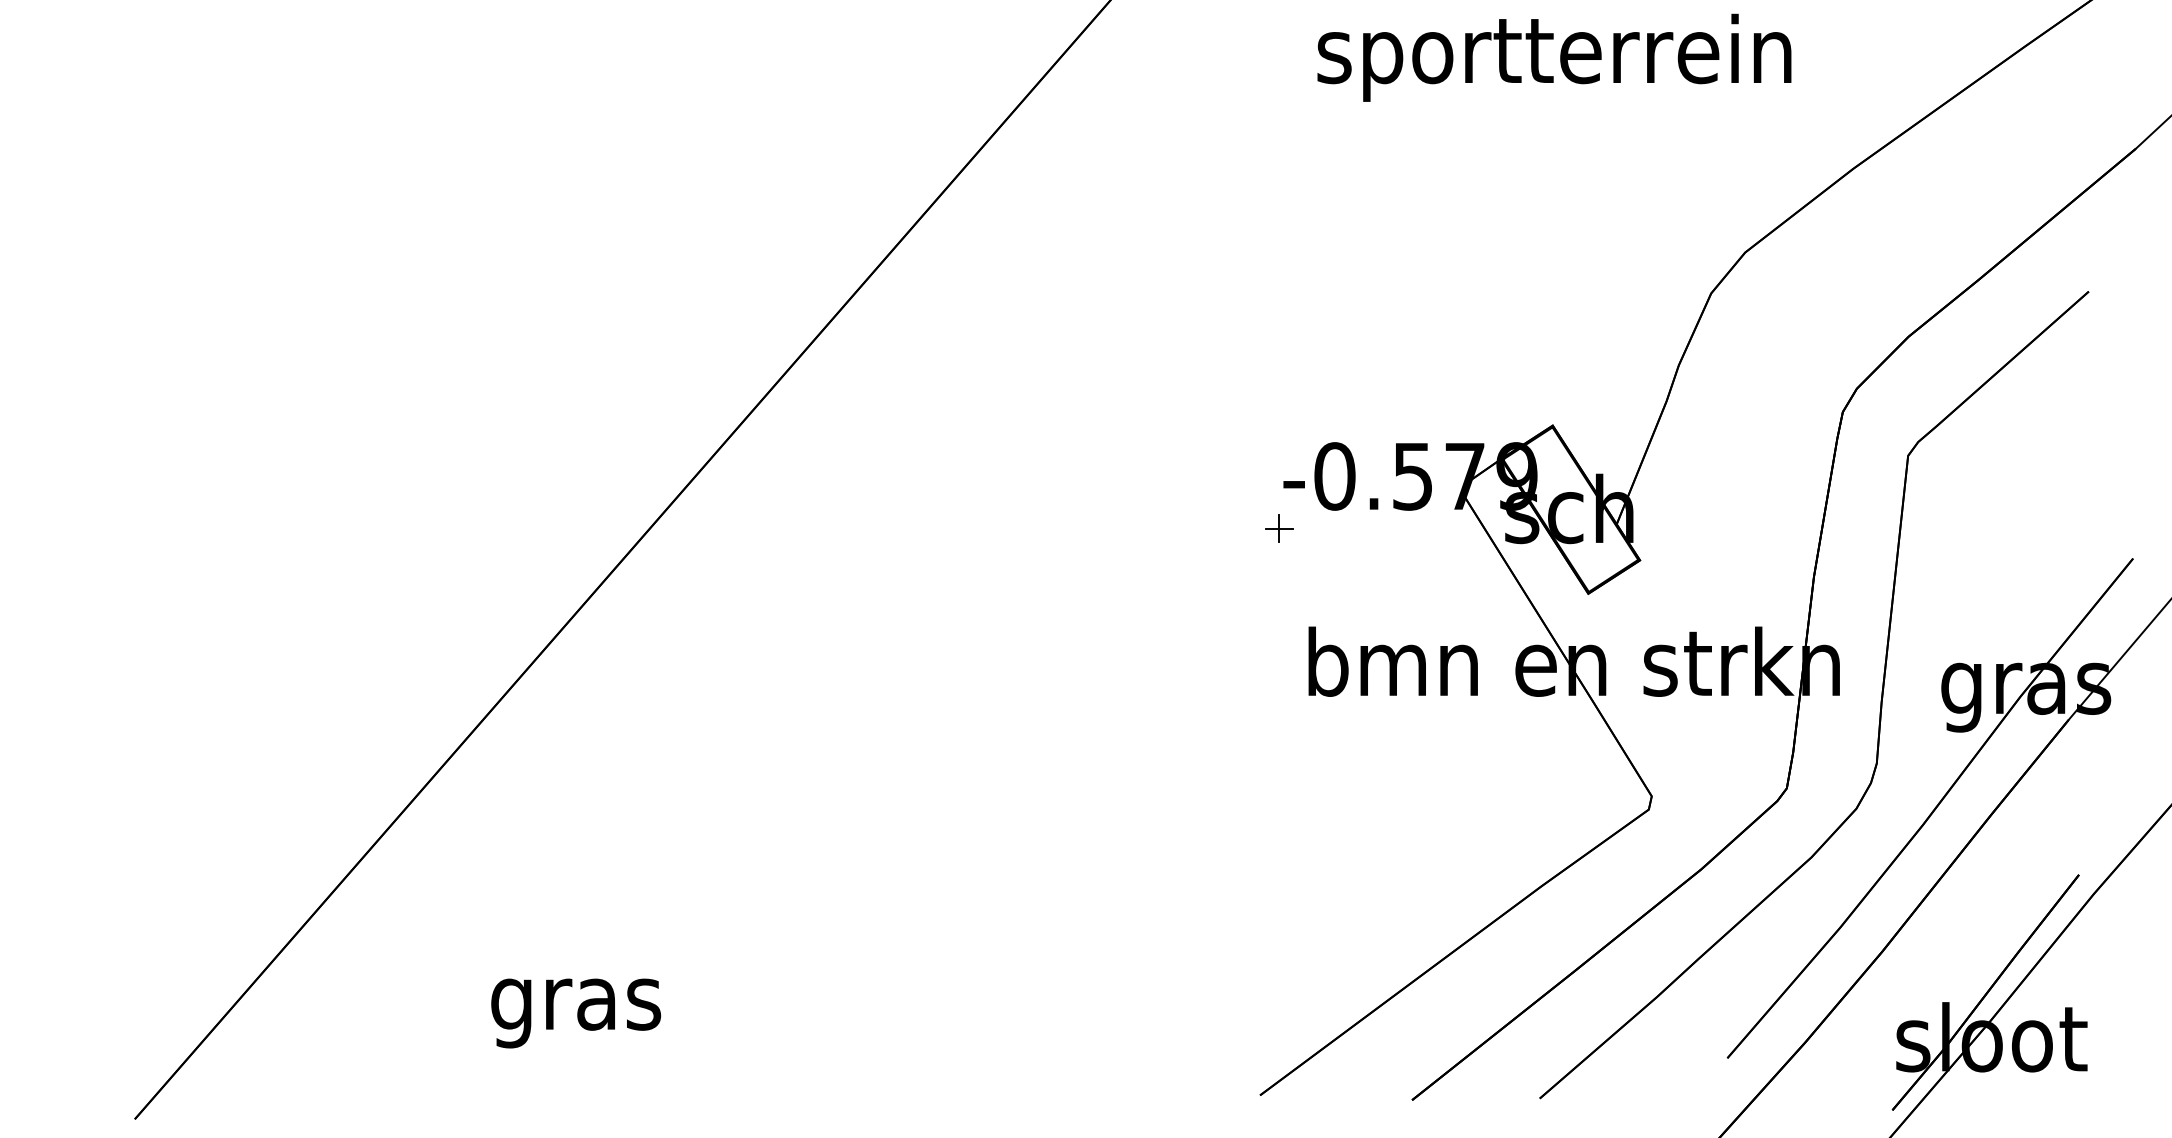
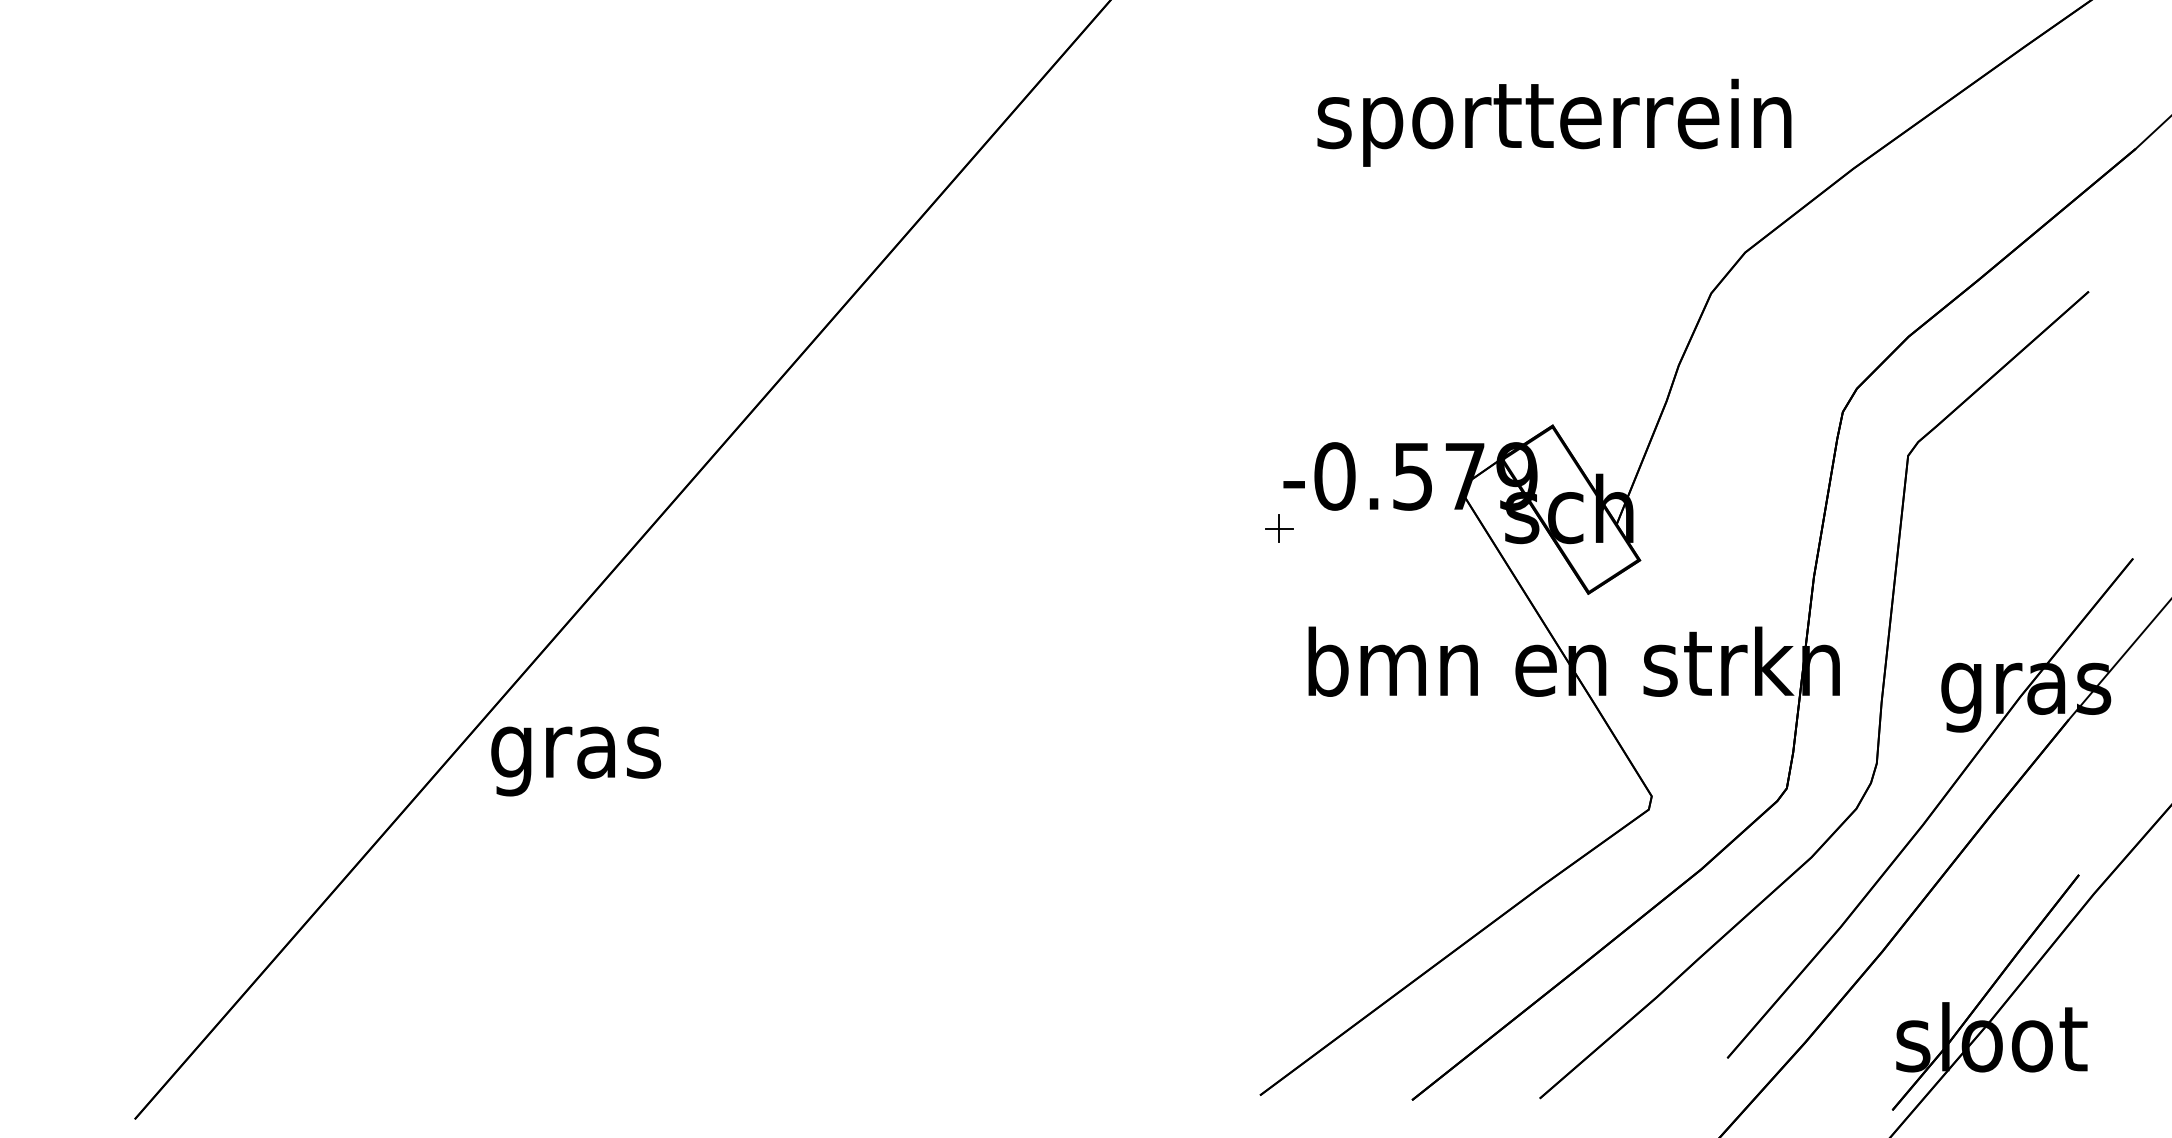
text at (1554, 57) position: (1554, 57) -> (1554, 122)
text at (576, 1013) position: (576, 1013) -> (576, 761)
